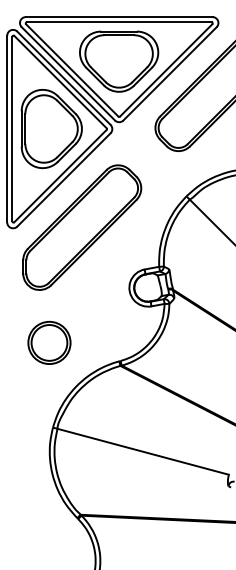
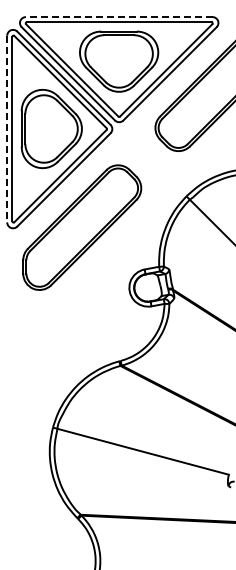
line at (118, 17): solid -> dashed
line at (7, 129): solid -> dashed
part at (49, 342): present -> none
